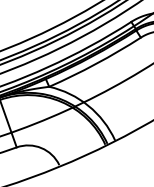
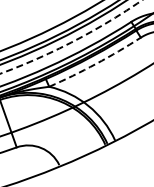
arc at (73, 41): solid -> dashed
arc at (96, 64): solid -> dashed
